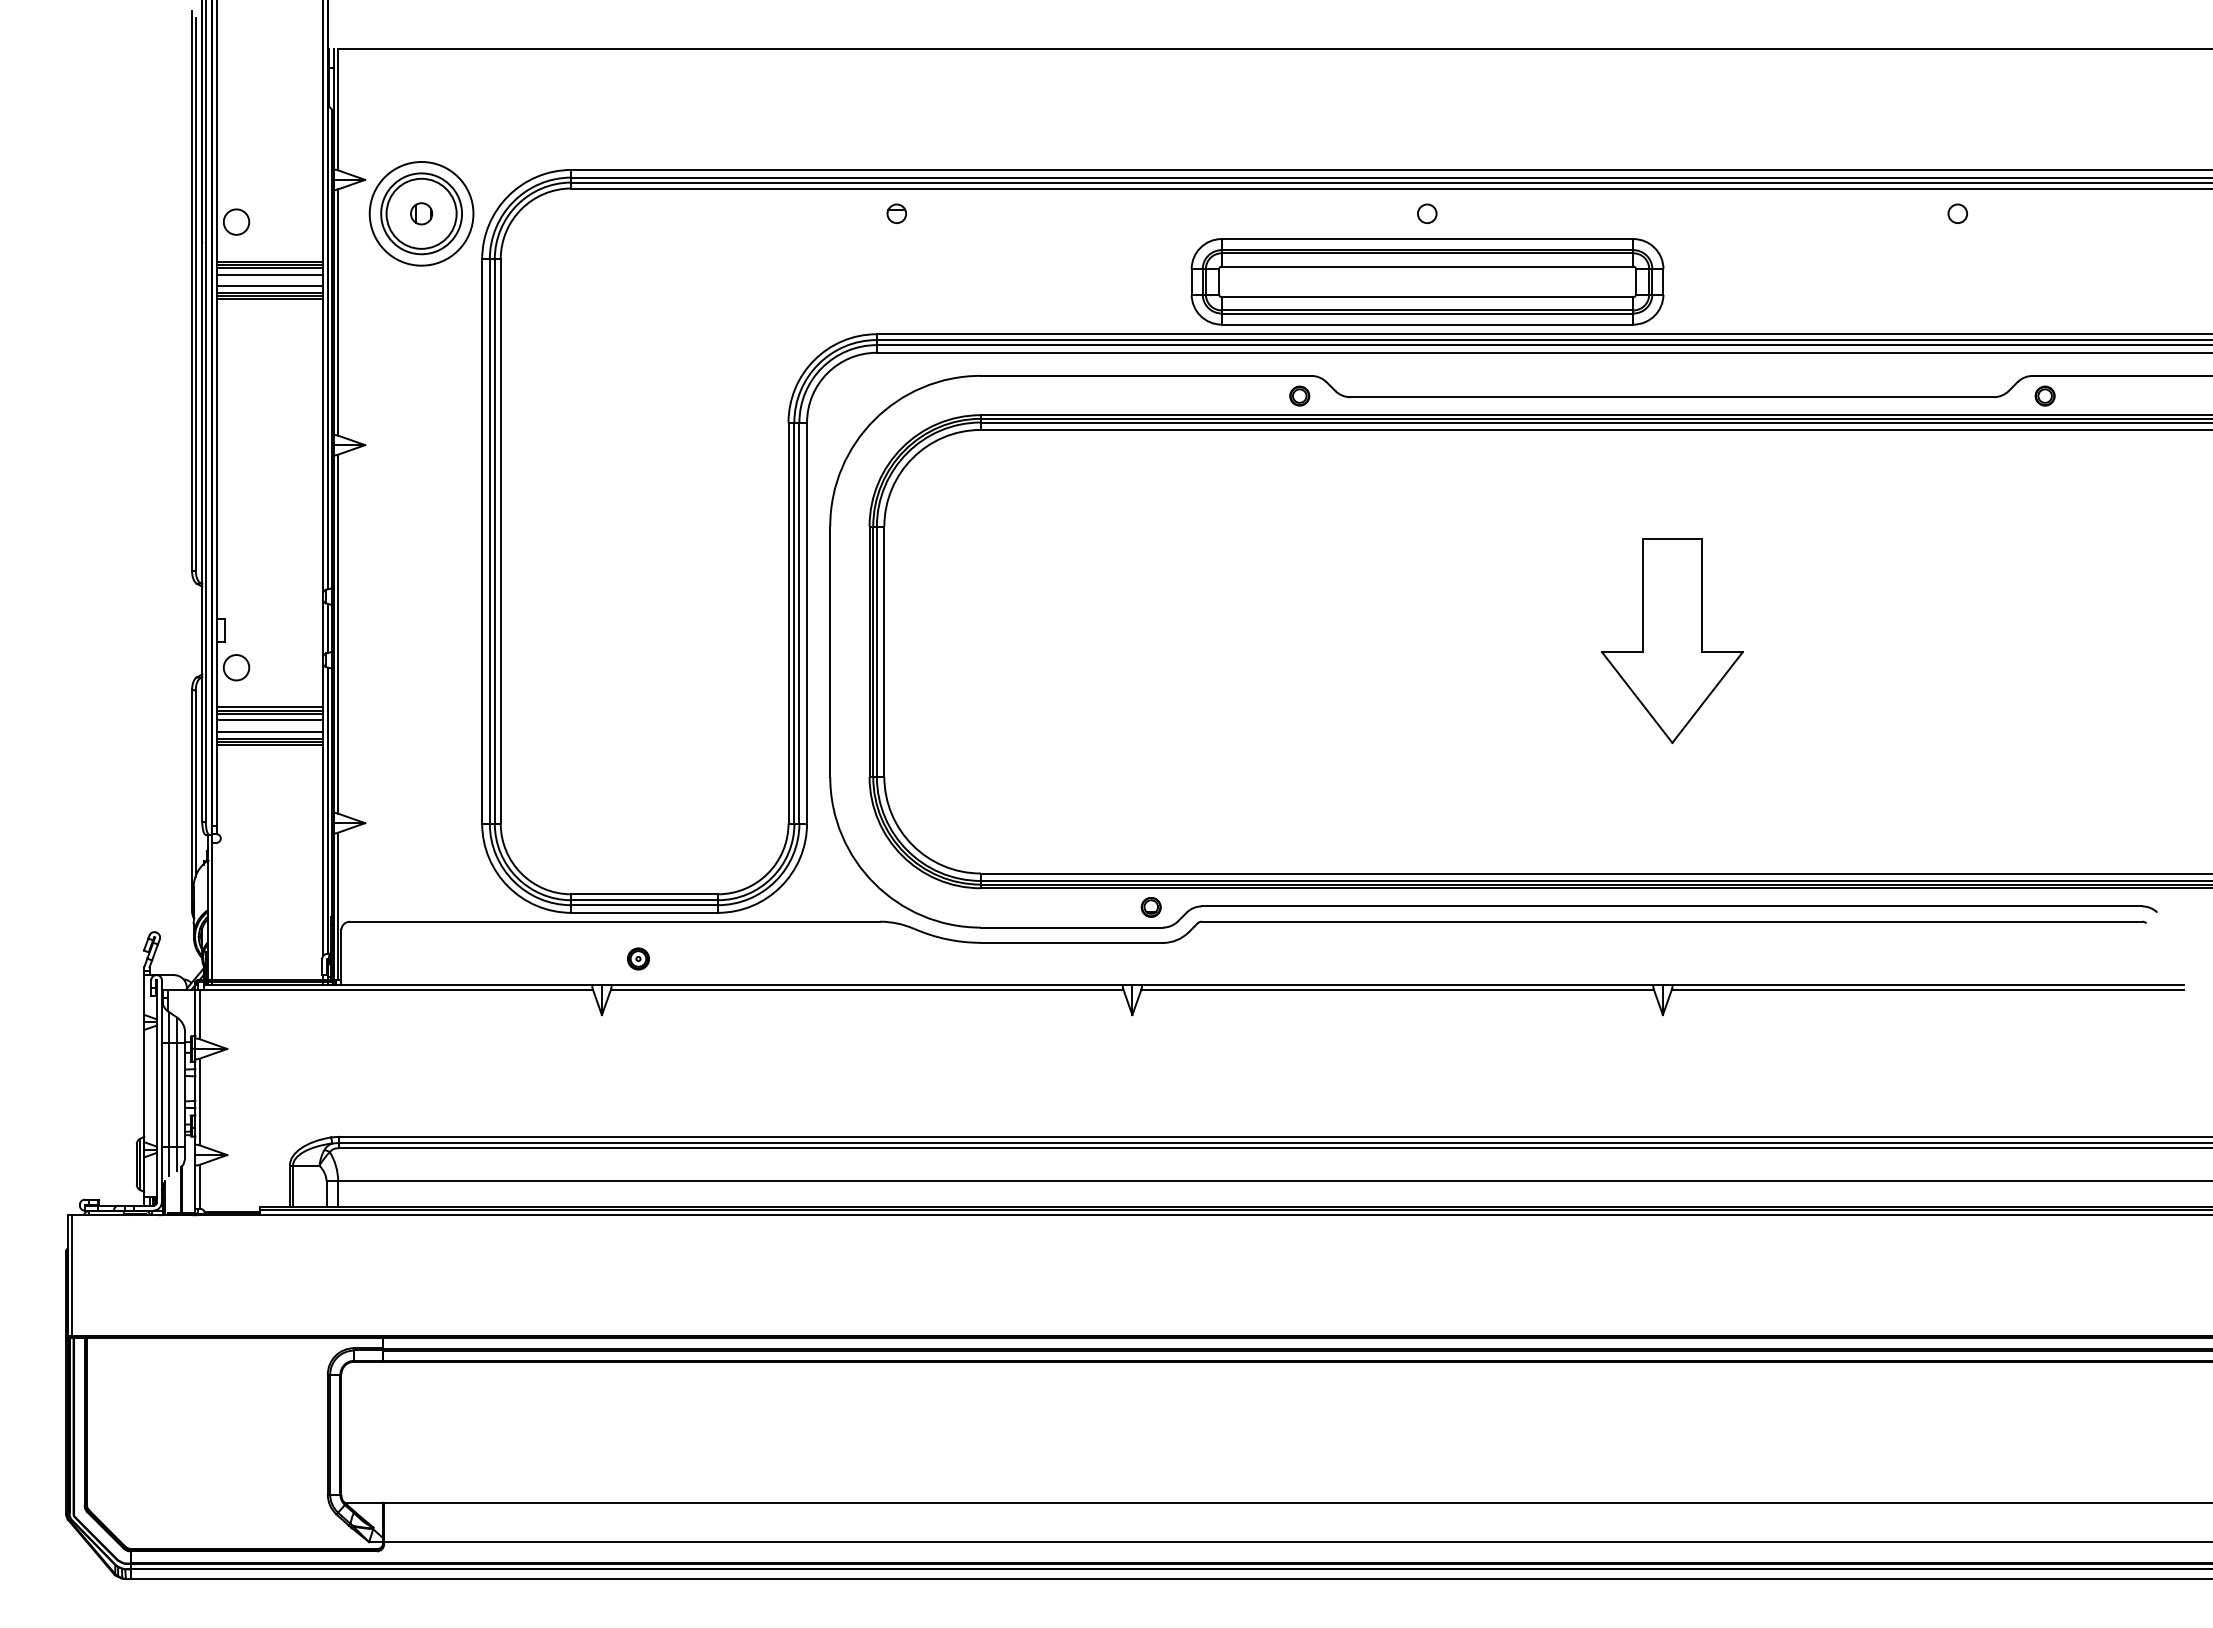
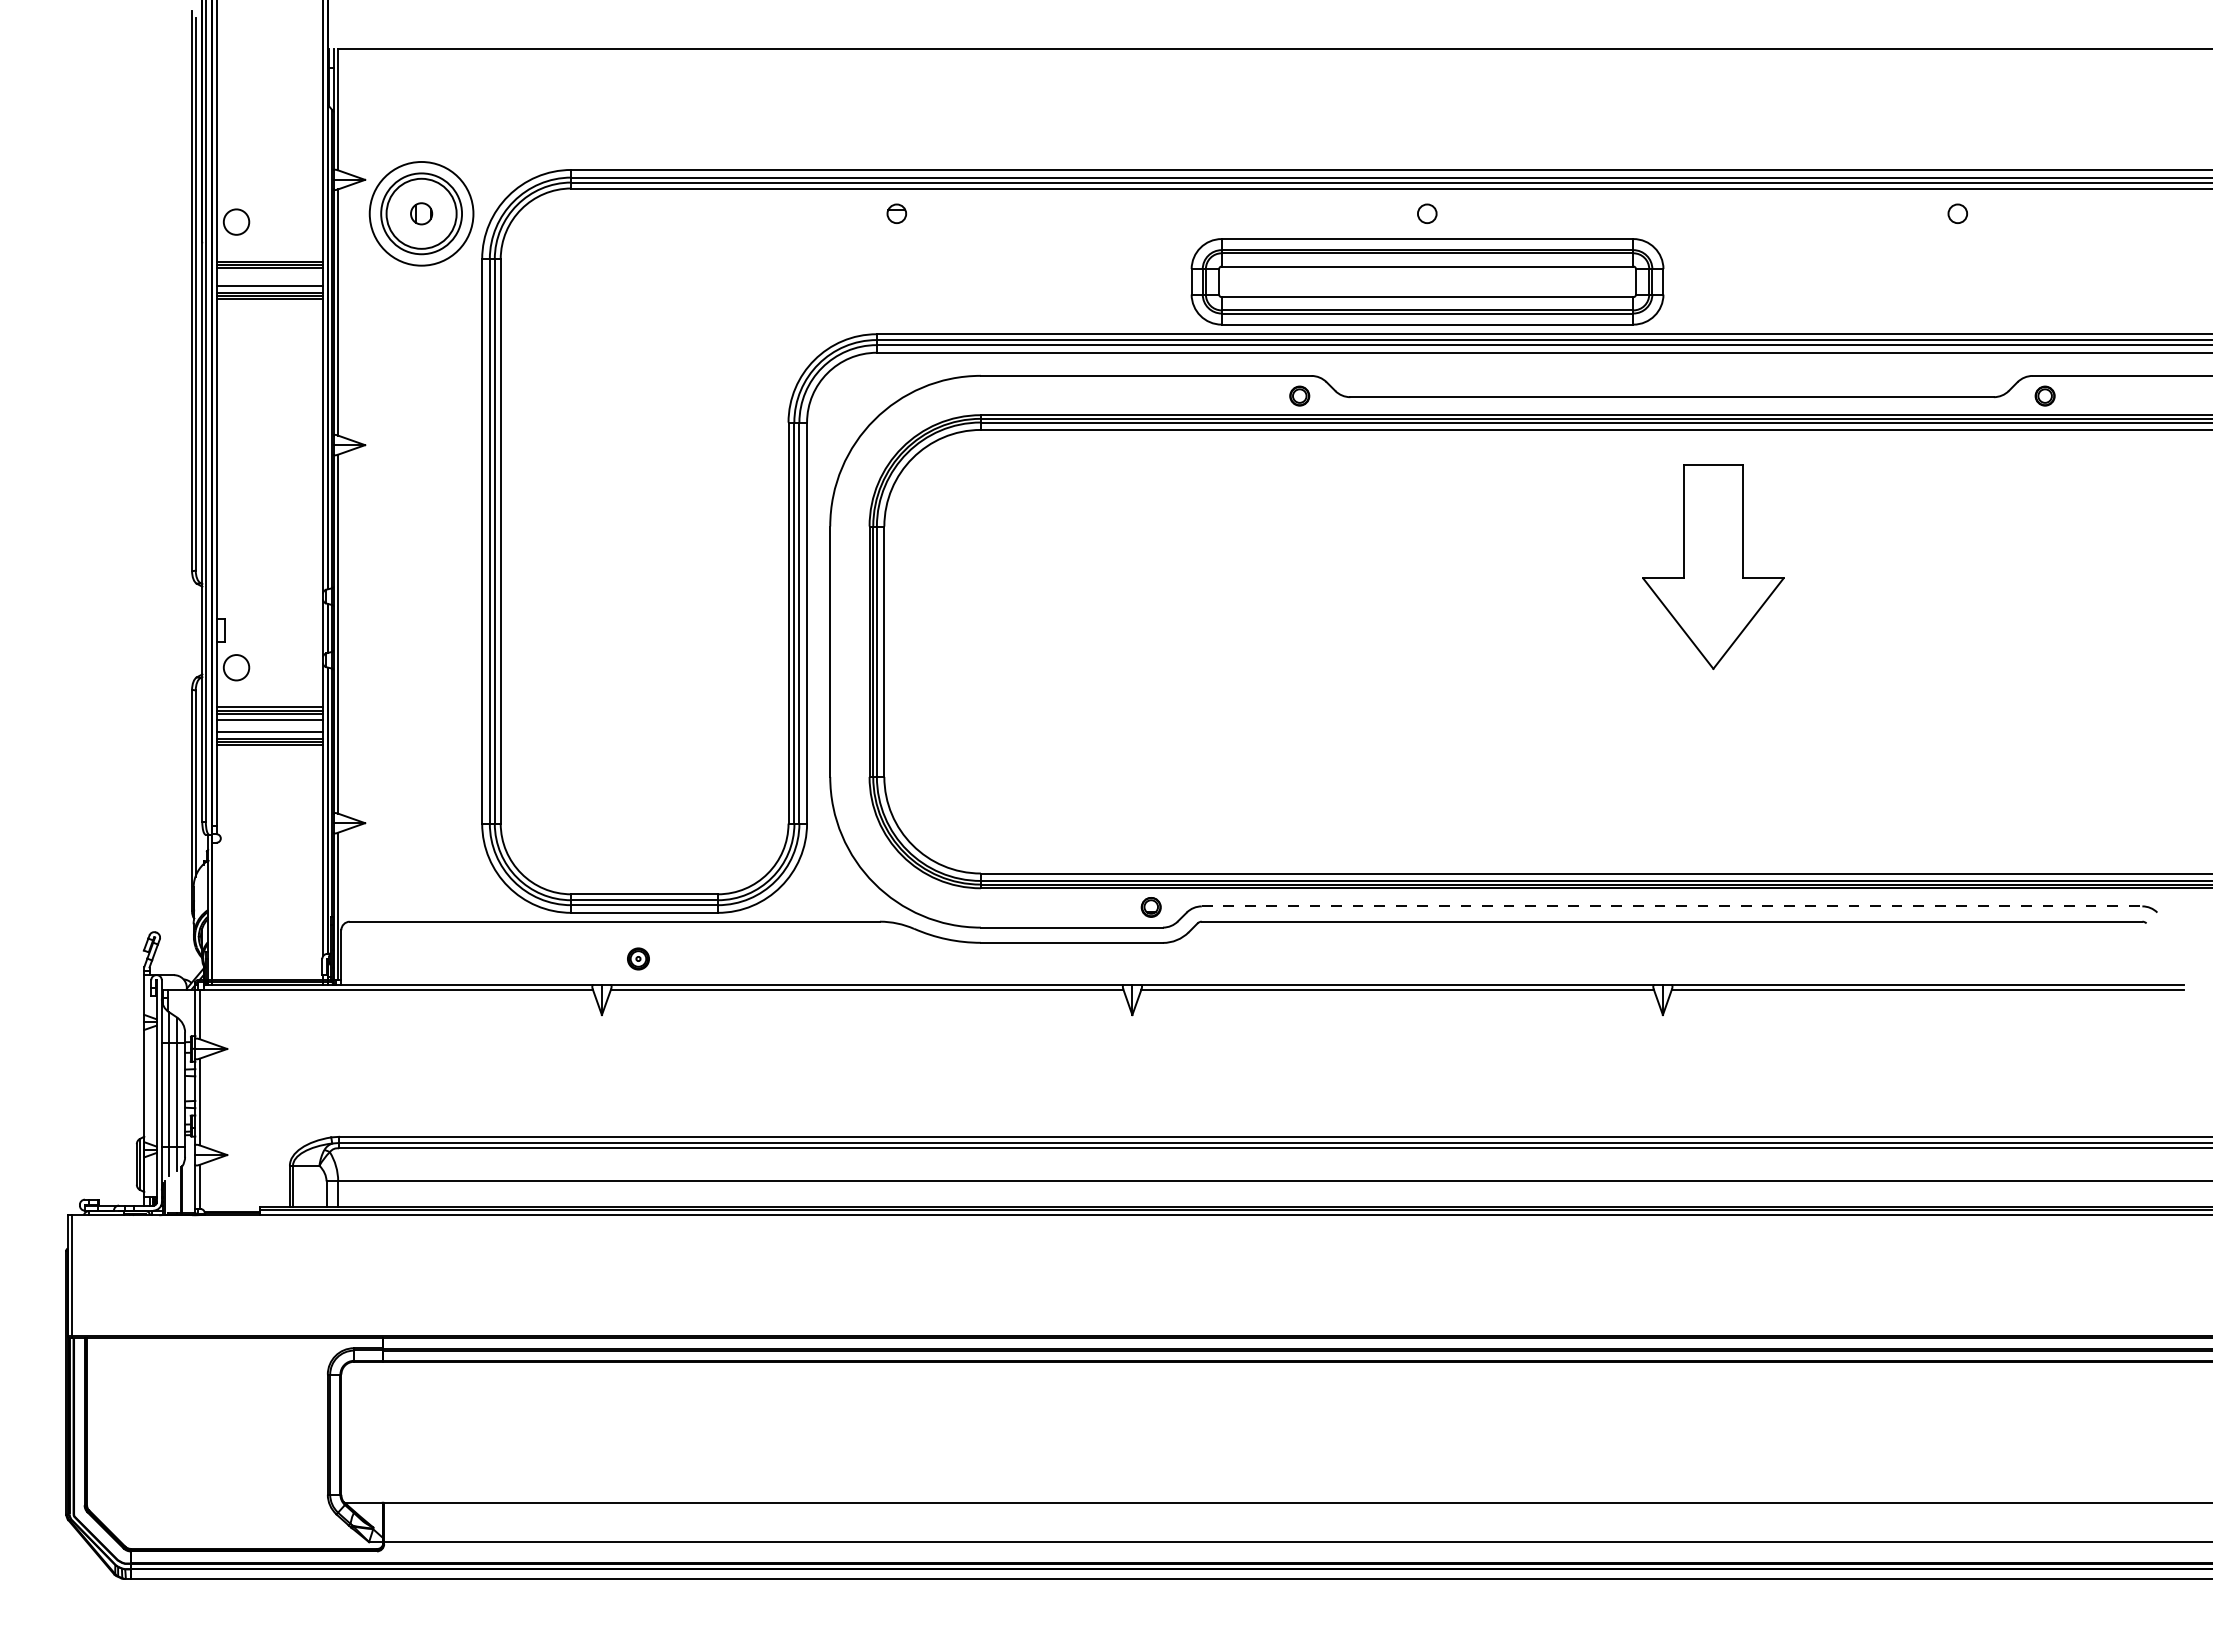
line at (269, 274): present -> none
part at (1672, 640) position: (1672, 640) -> (1713, 566)
line at (1672, 906): solid -> dashed
